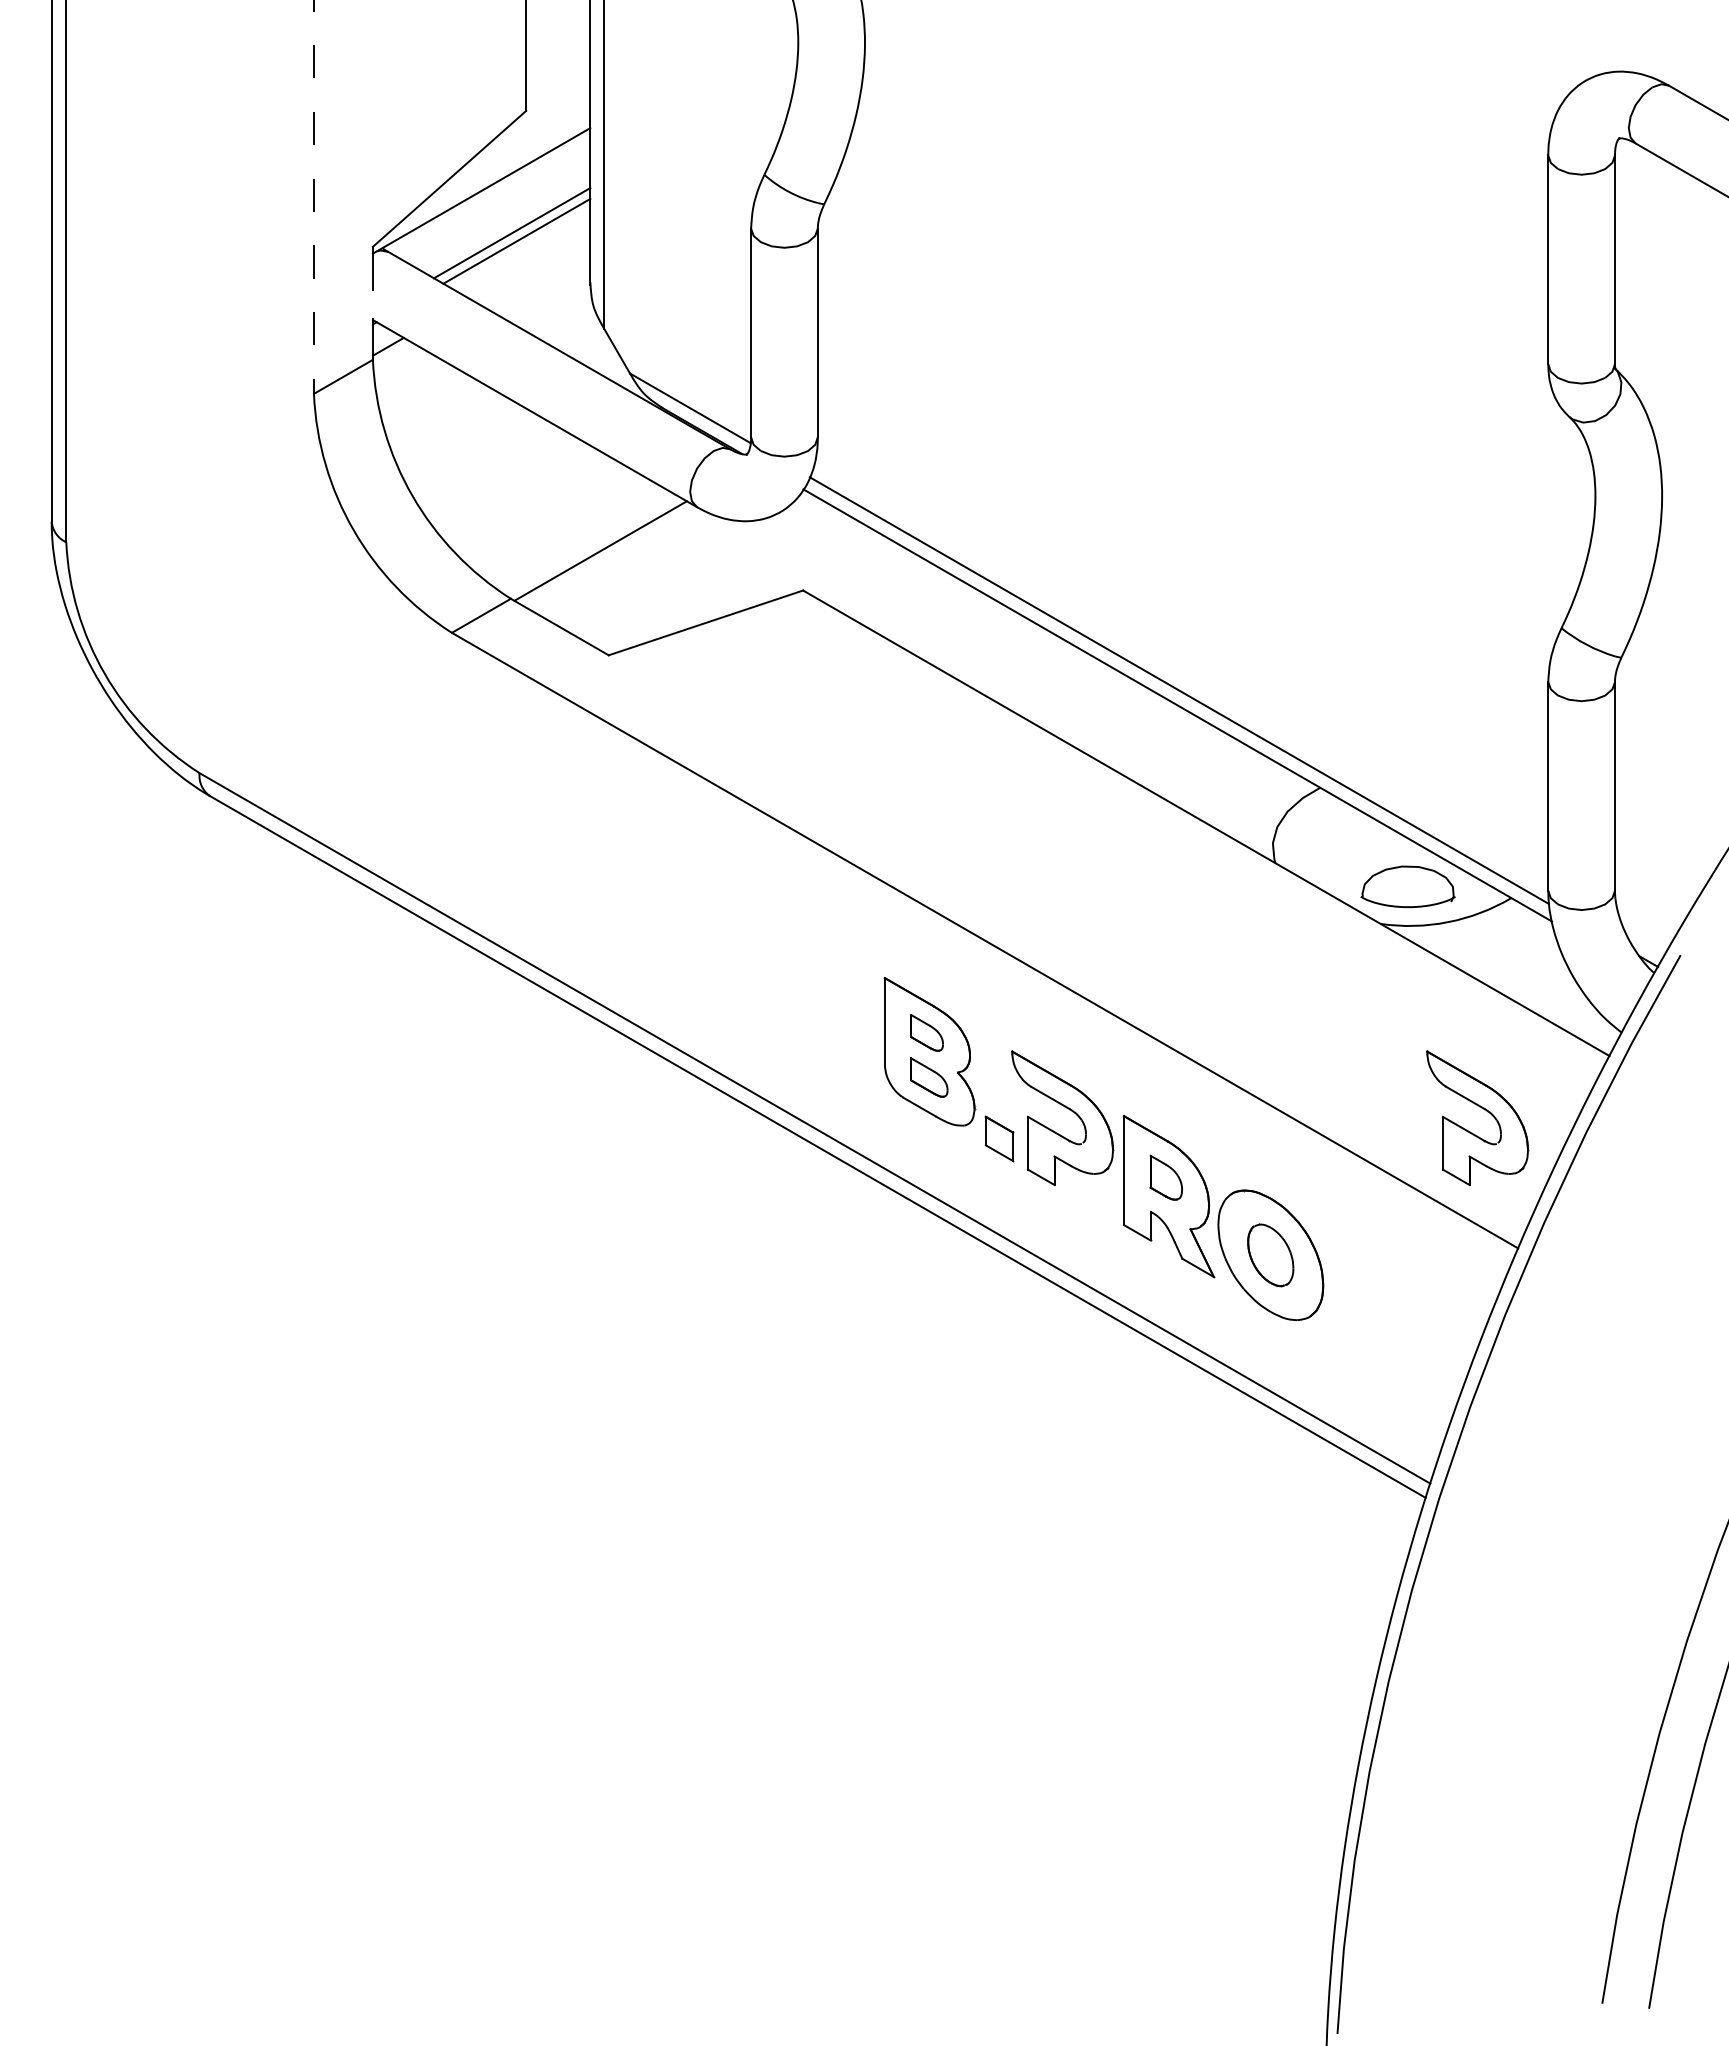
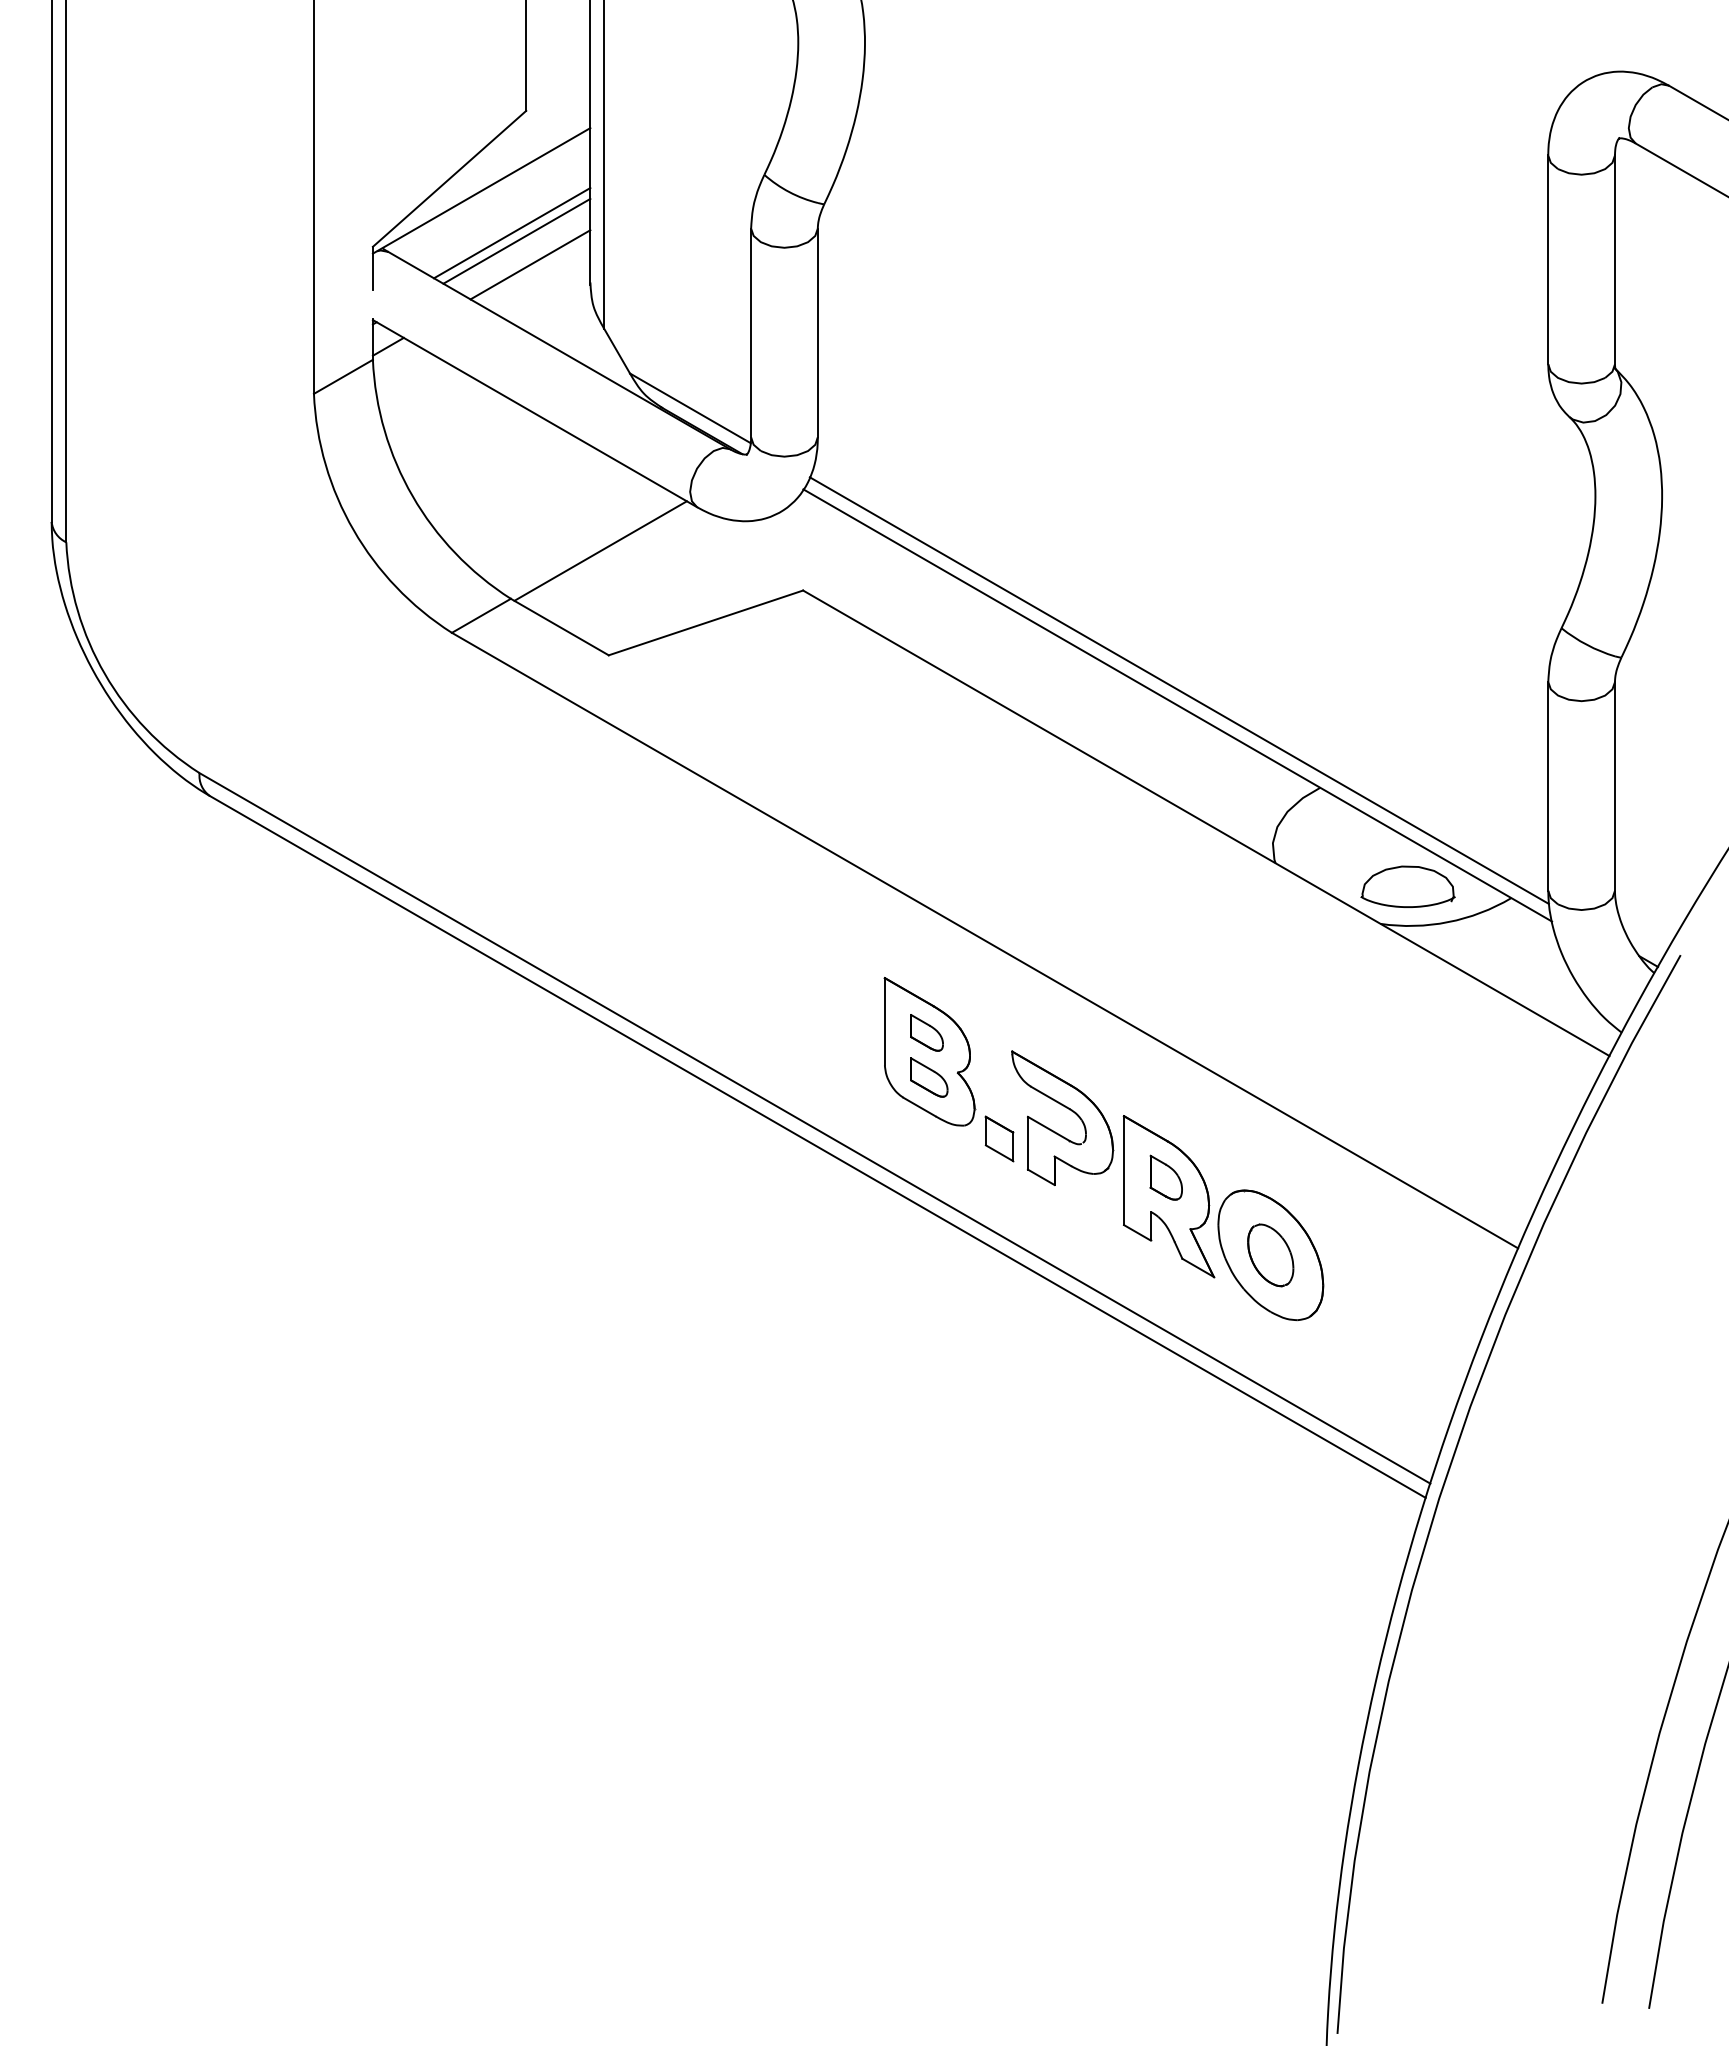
line at (313, 197): dashed -> solid
line at (530, 264): none -> present
part at (1481, 1108): present -> none
